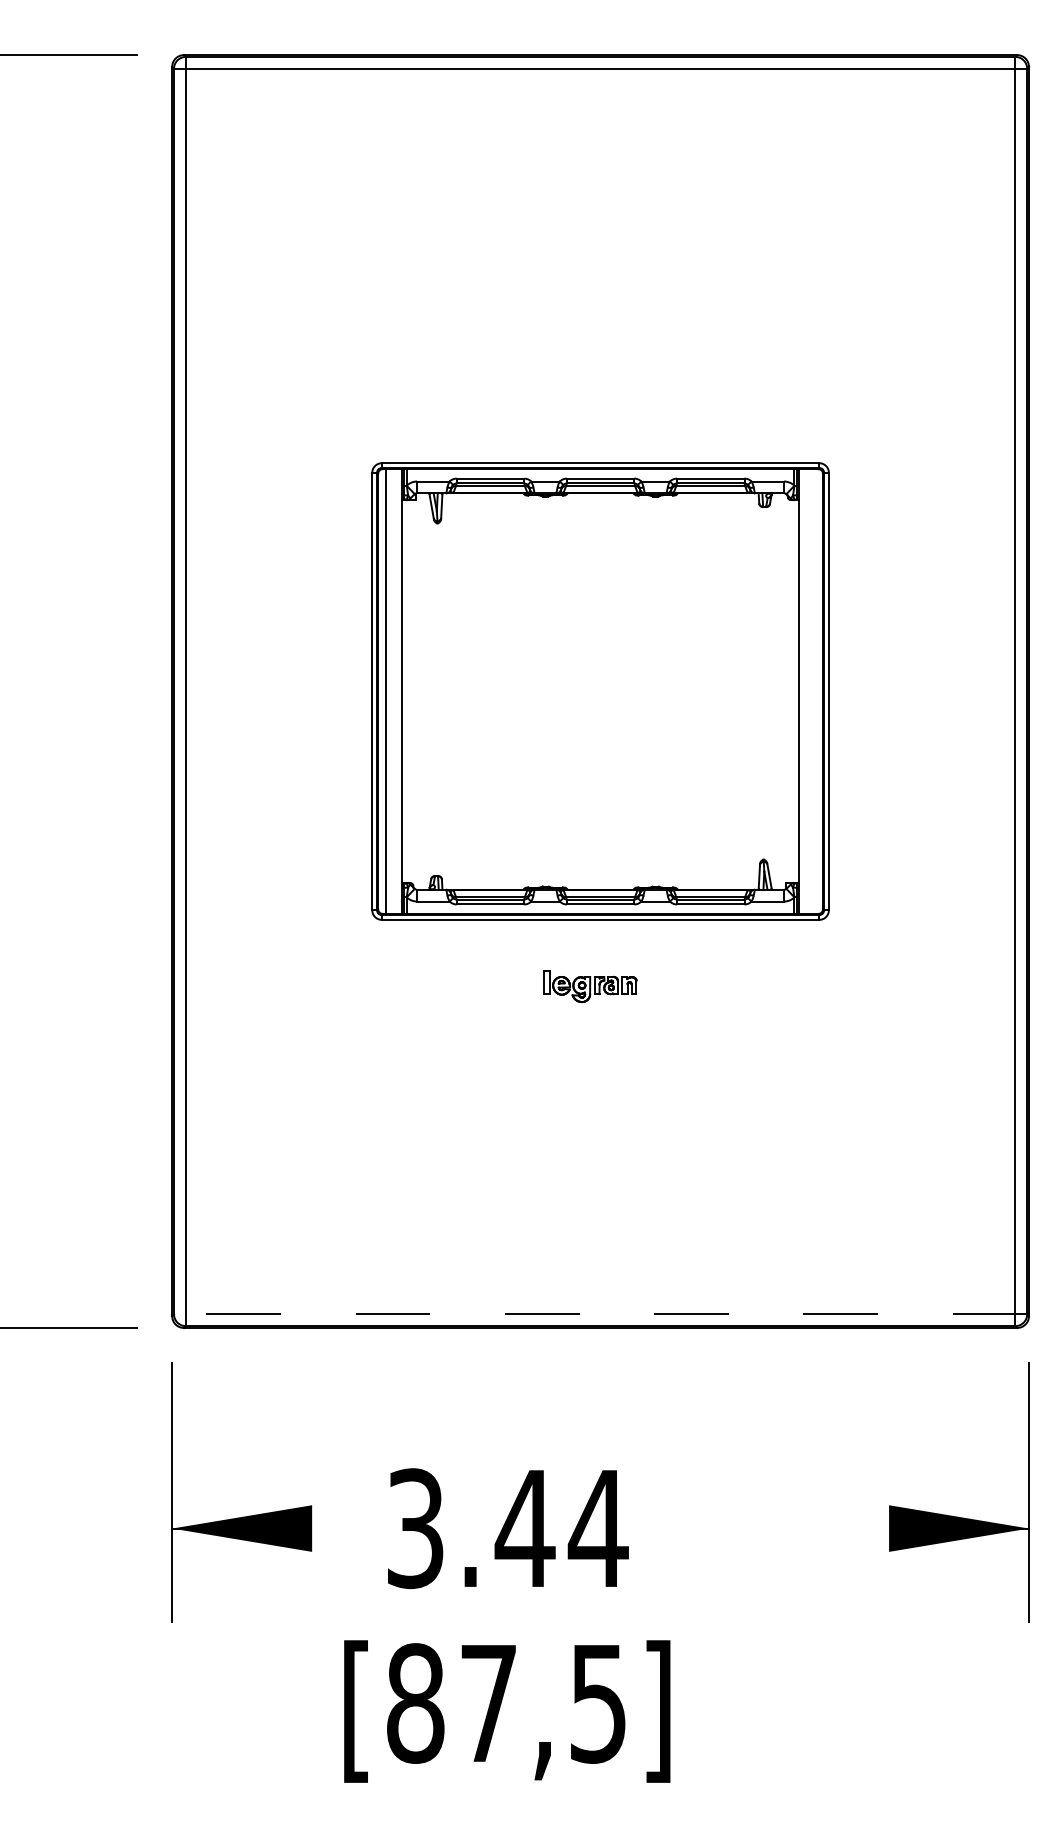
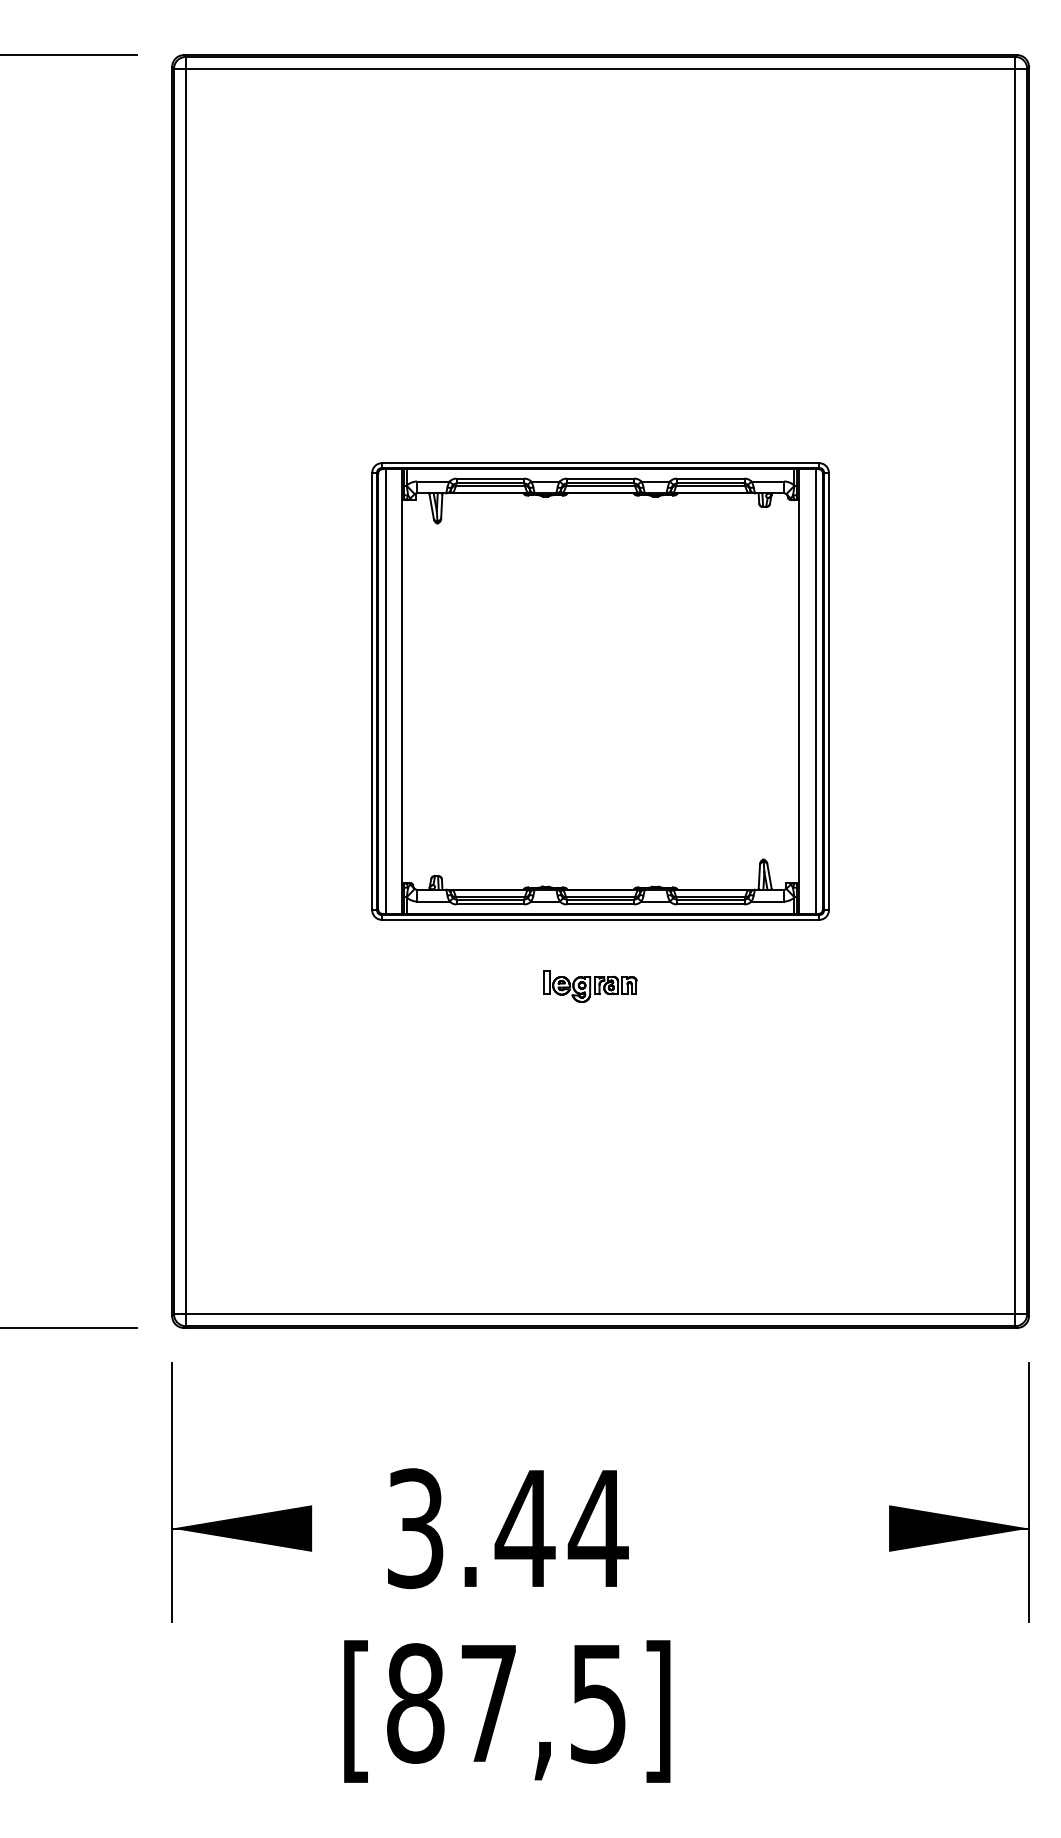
line at (815, 691): none -> present
line at (600, 1314): dashed -> solid
